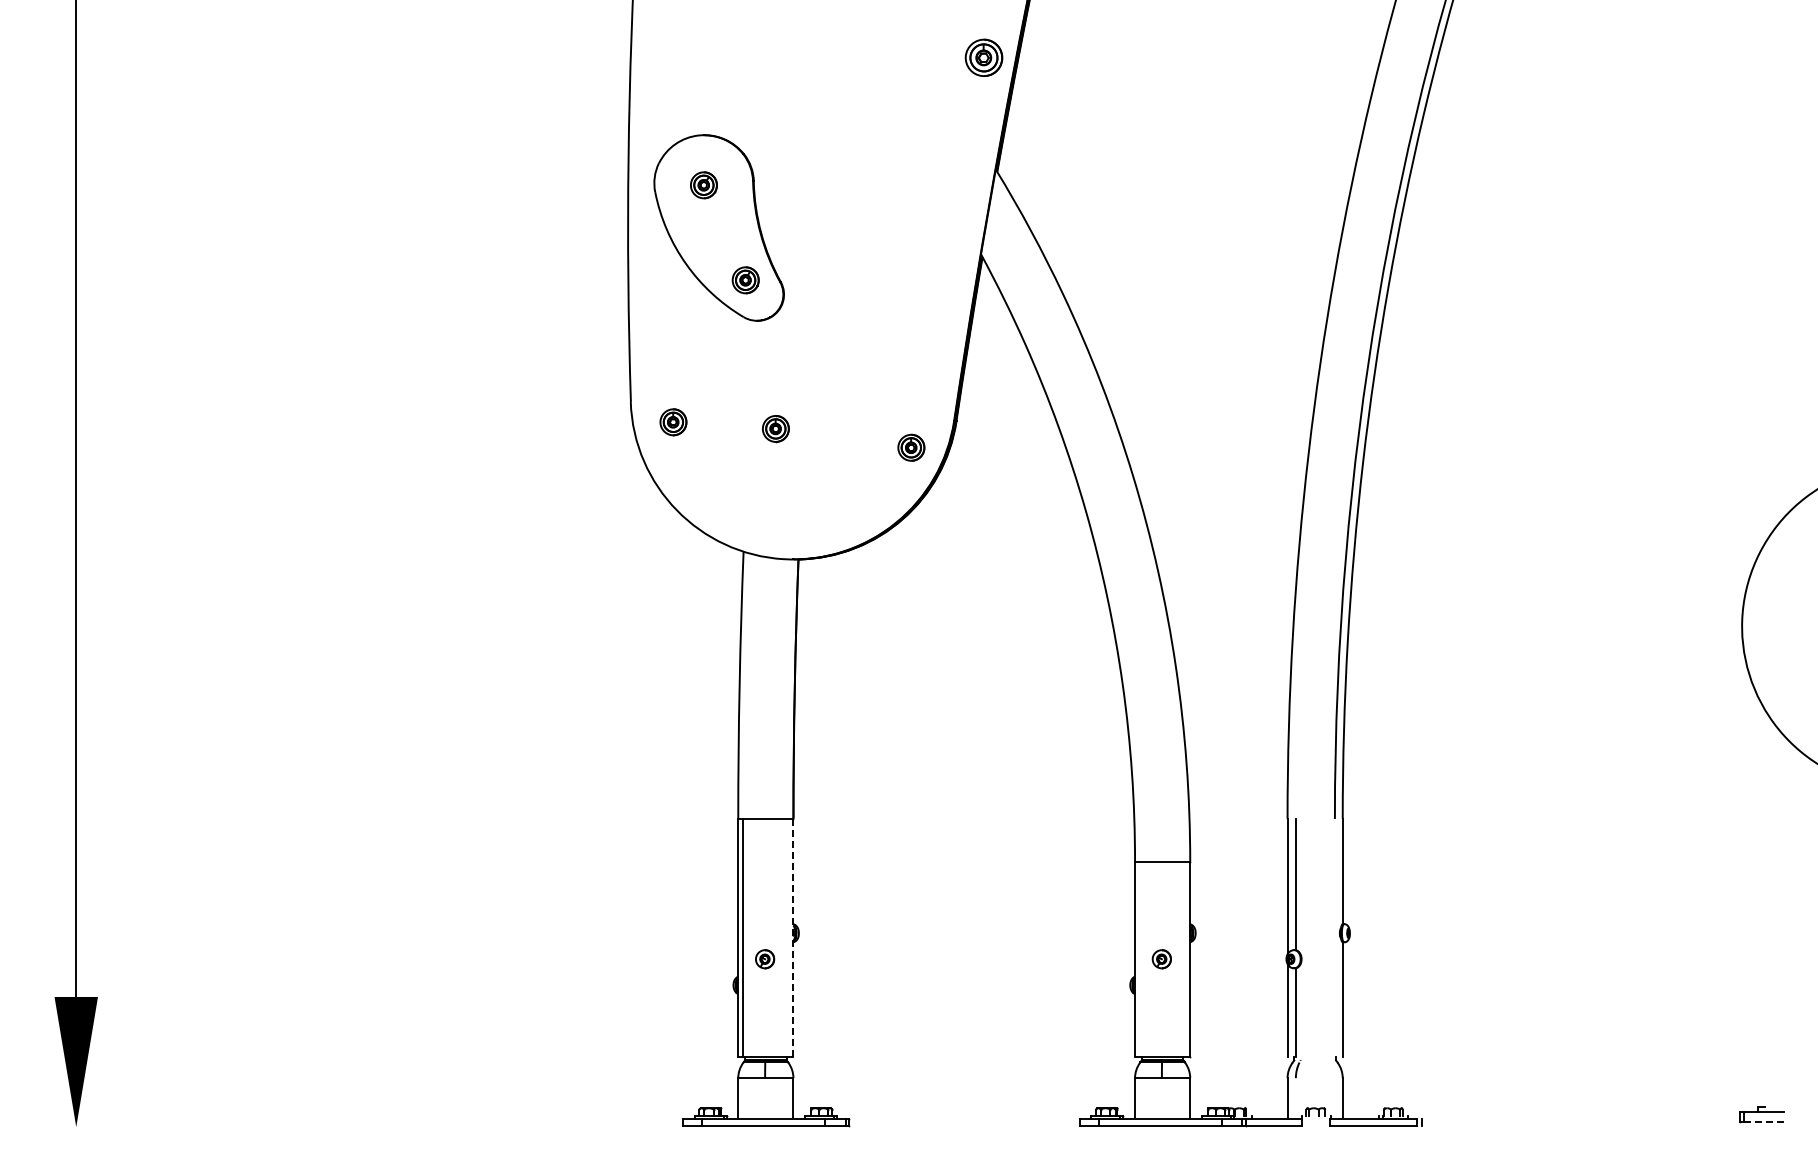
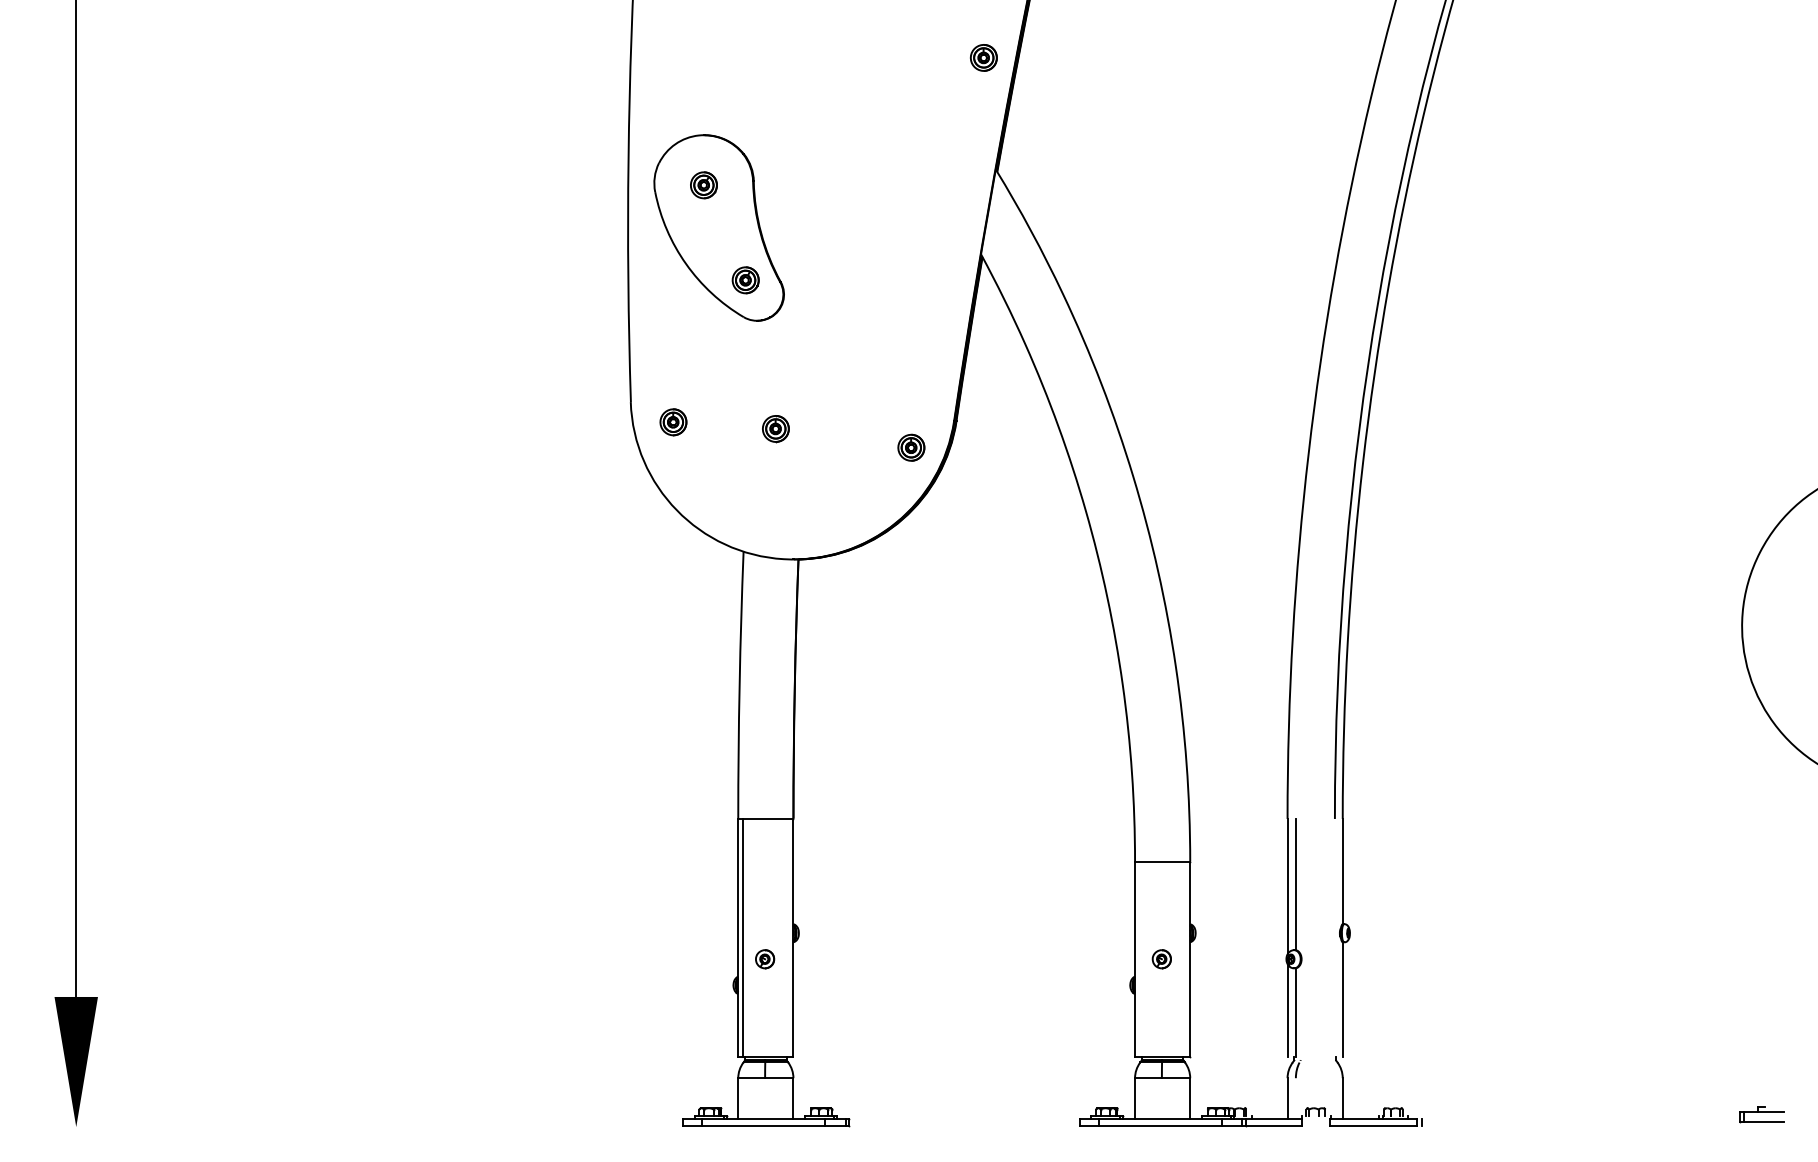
part at (983, 57) size: 40x40 px -> 29x28 px
line at (793, 937): dashed -> solid
line at (1764, 1121): dashed -> solid
